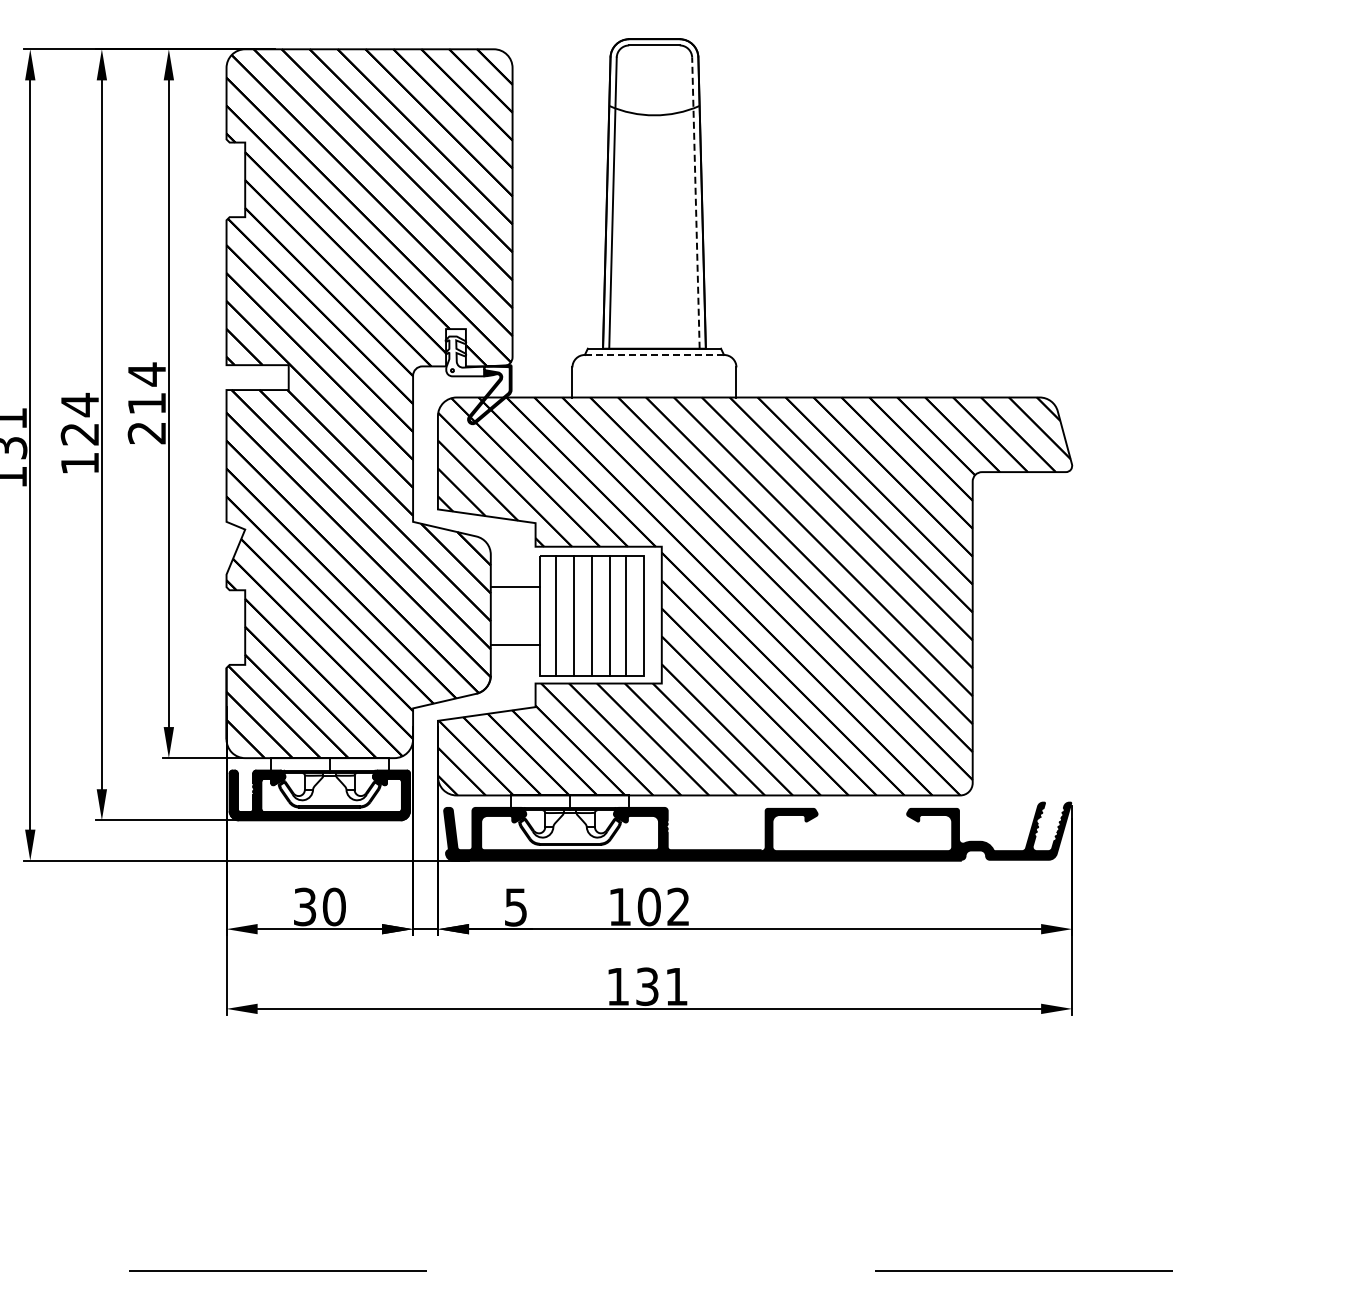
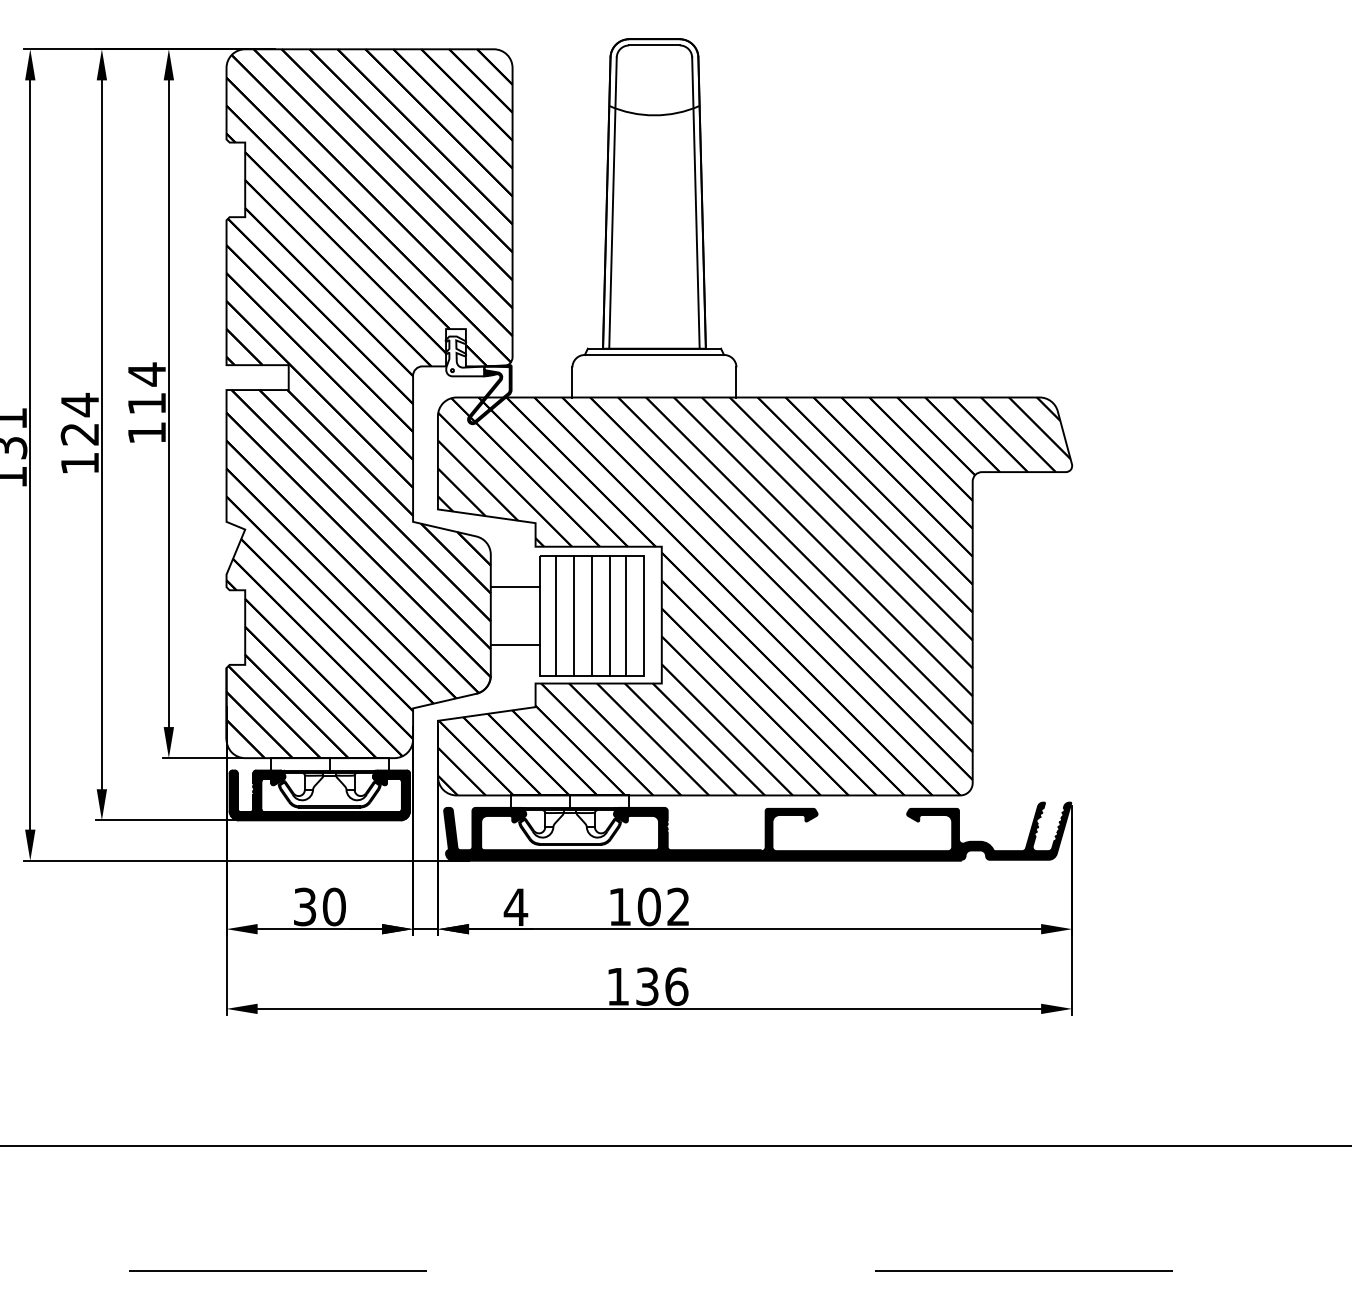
line at (695, 203): dashed -> solid
line at (654, 354): dashed -> solid
text at (146, 433): 214 -> 114
text at (515, 907): 5 -> 4
text at (676, 986): 131 -> 136
line at (675, 1146): none -> present
